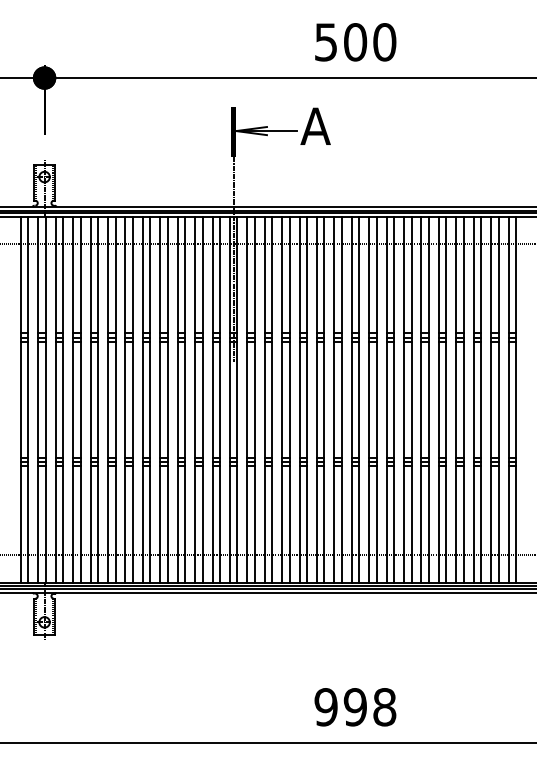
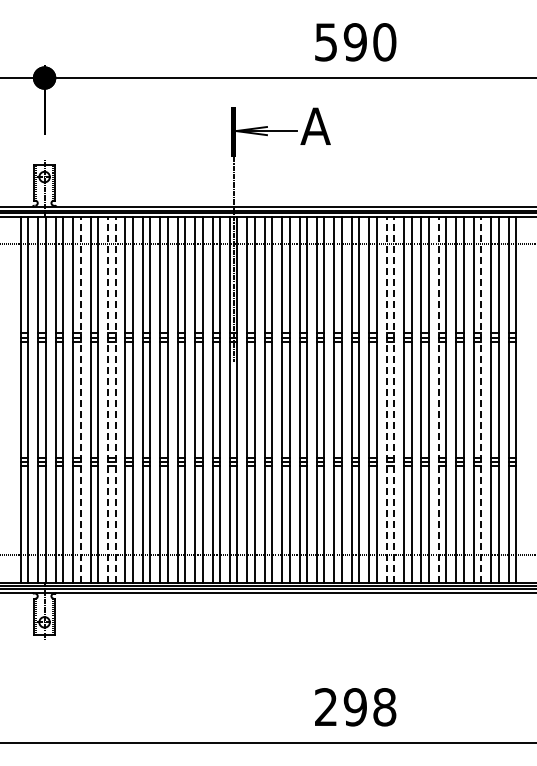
text at (355, 42): 500 -> 590
line at (80, 399): solid -> dashed
line at (108, 399): solid -> dashed
line at (115, 399): solid -> dashed
line at (386, 399): solid -> dashed
line at (394, 399): solid -> dashed
line at (438, 399): solid -> dashed
line at (481, 399): solid -> dashed
text at (325, 707): 998 -> 298
